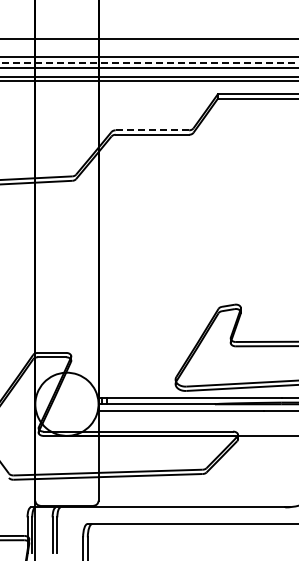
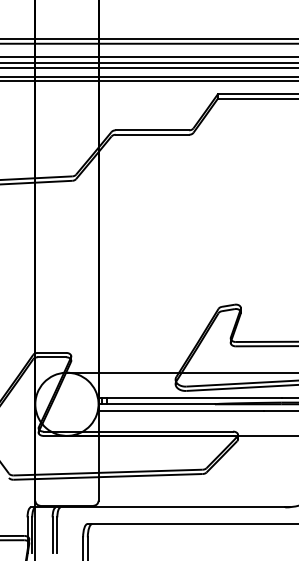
line at (148, 43): none -> present
line at (149, 63): dashed -> solid
line at (152, 130): dashed -> solid
line at (180, 372): none -> present
